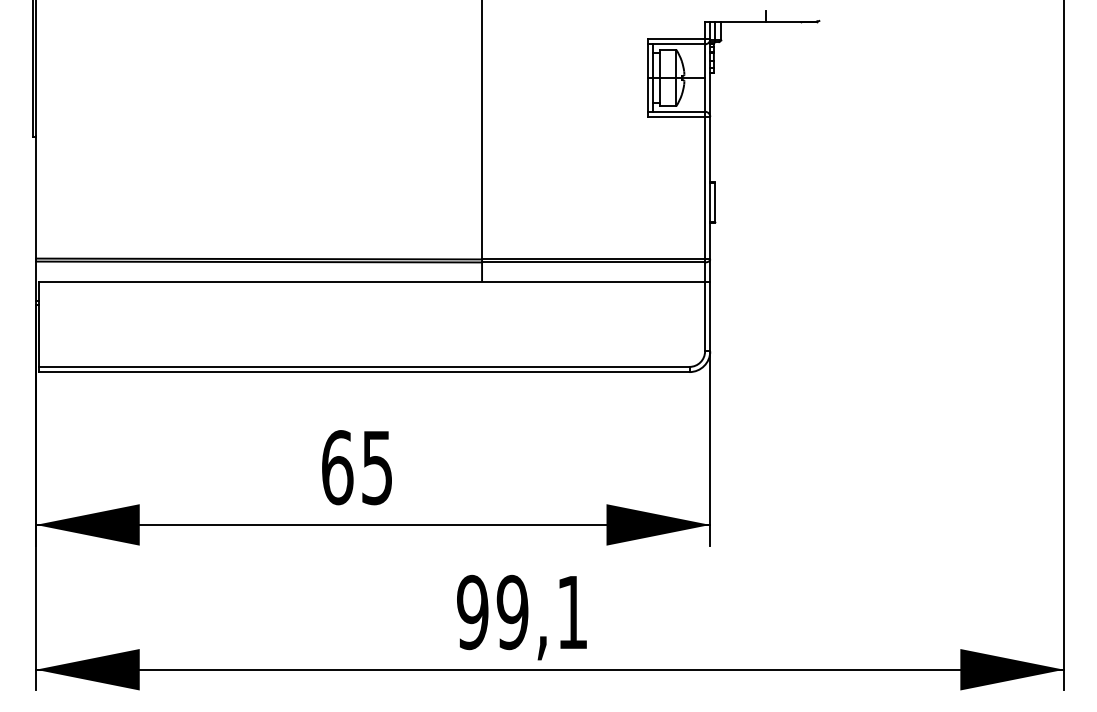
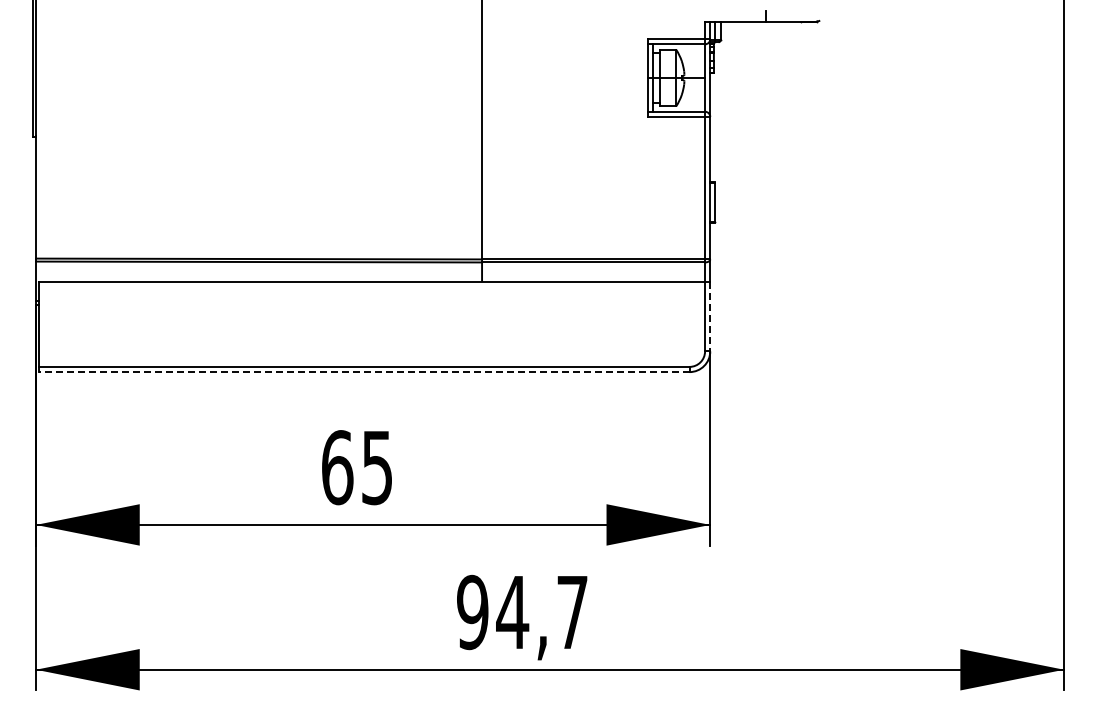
line at (710, 316): solid -> dashed
line at (363, 372): solid -> dashed
text at (541, 612): 99,1 -> 94,7
